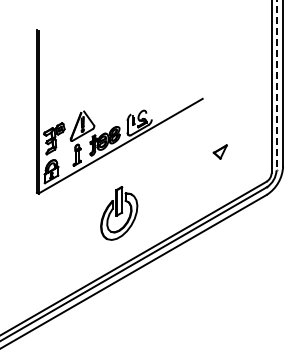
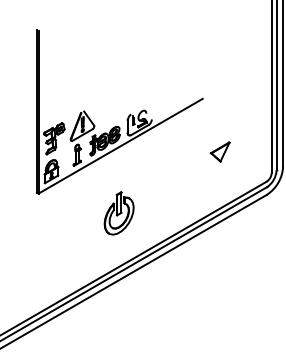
line at (276, 85): dashed -> solid
part at (219, 151) size: 16x16 px -> 21x22 px
part at (119, 213) size: 39x55 px -> 32x45 px
